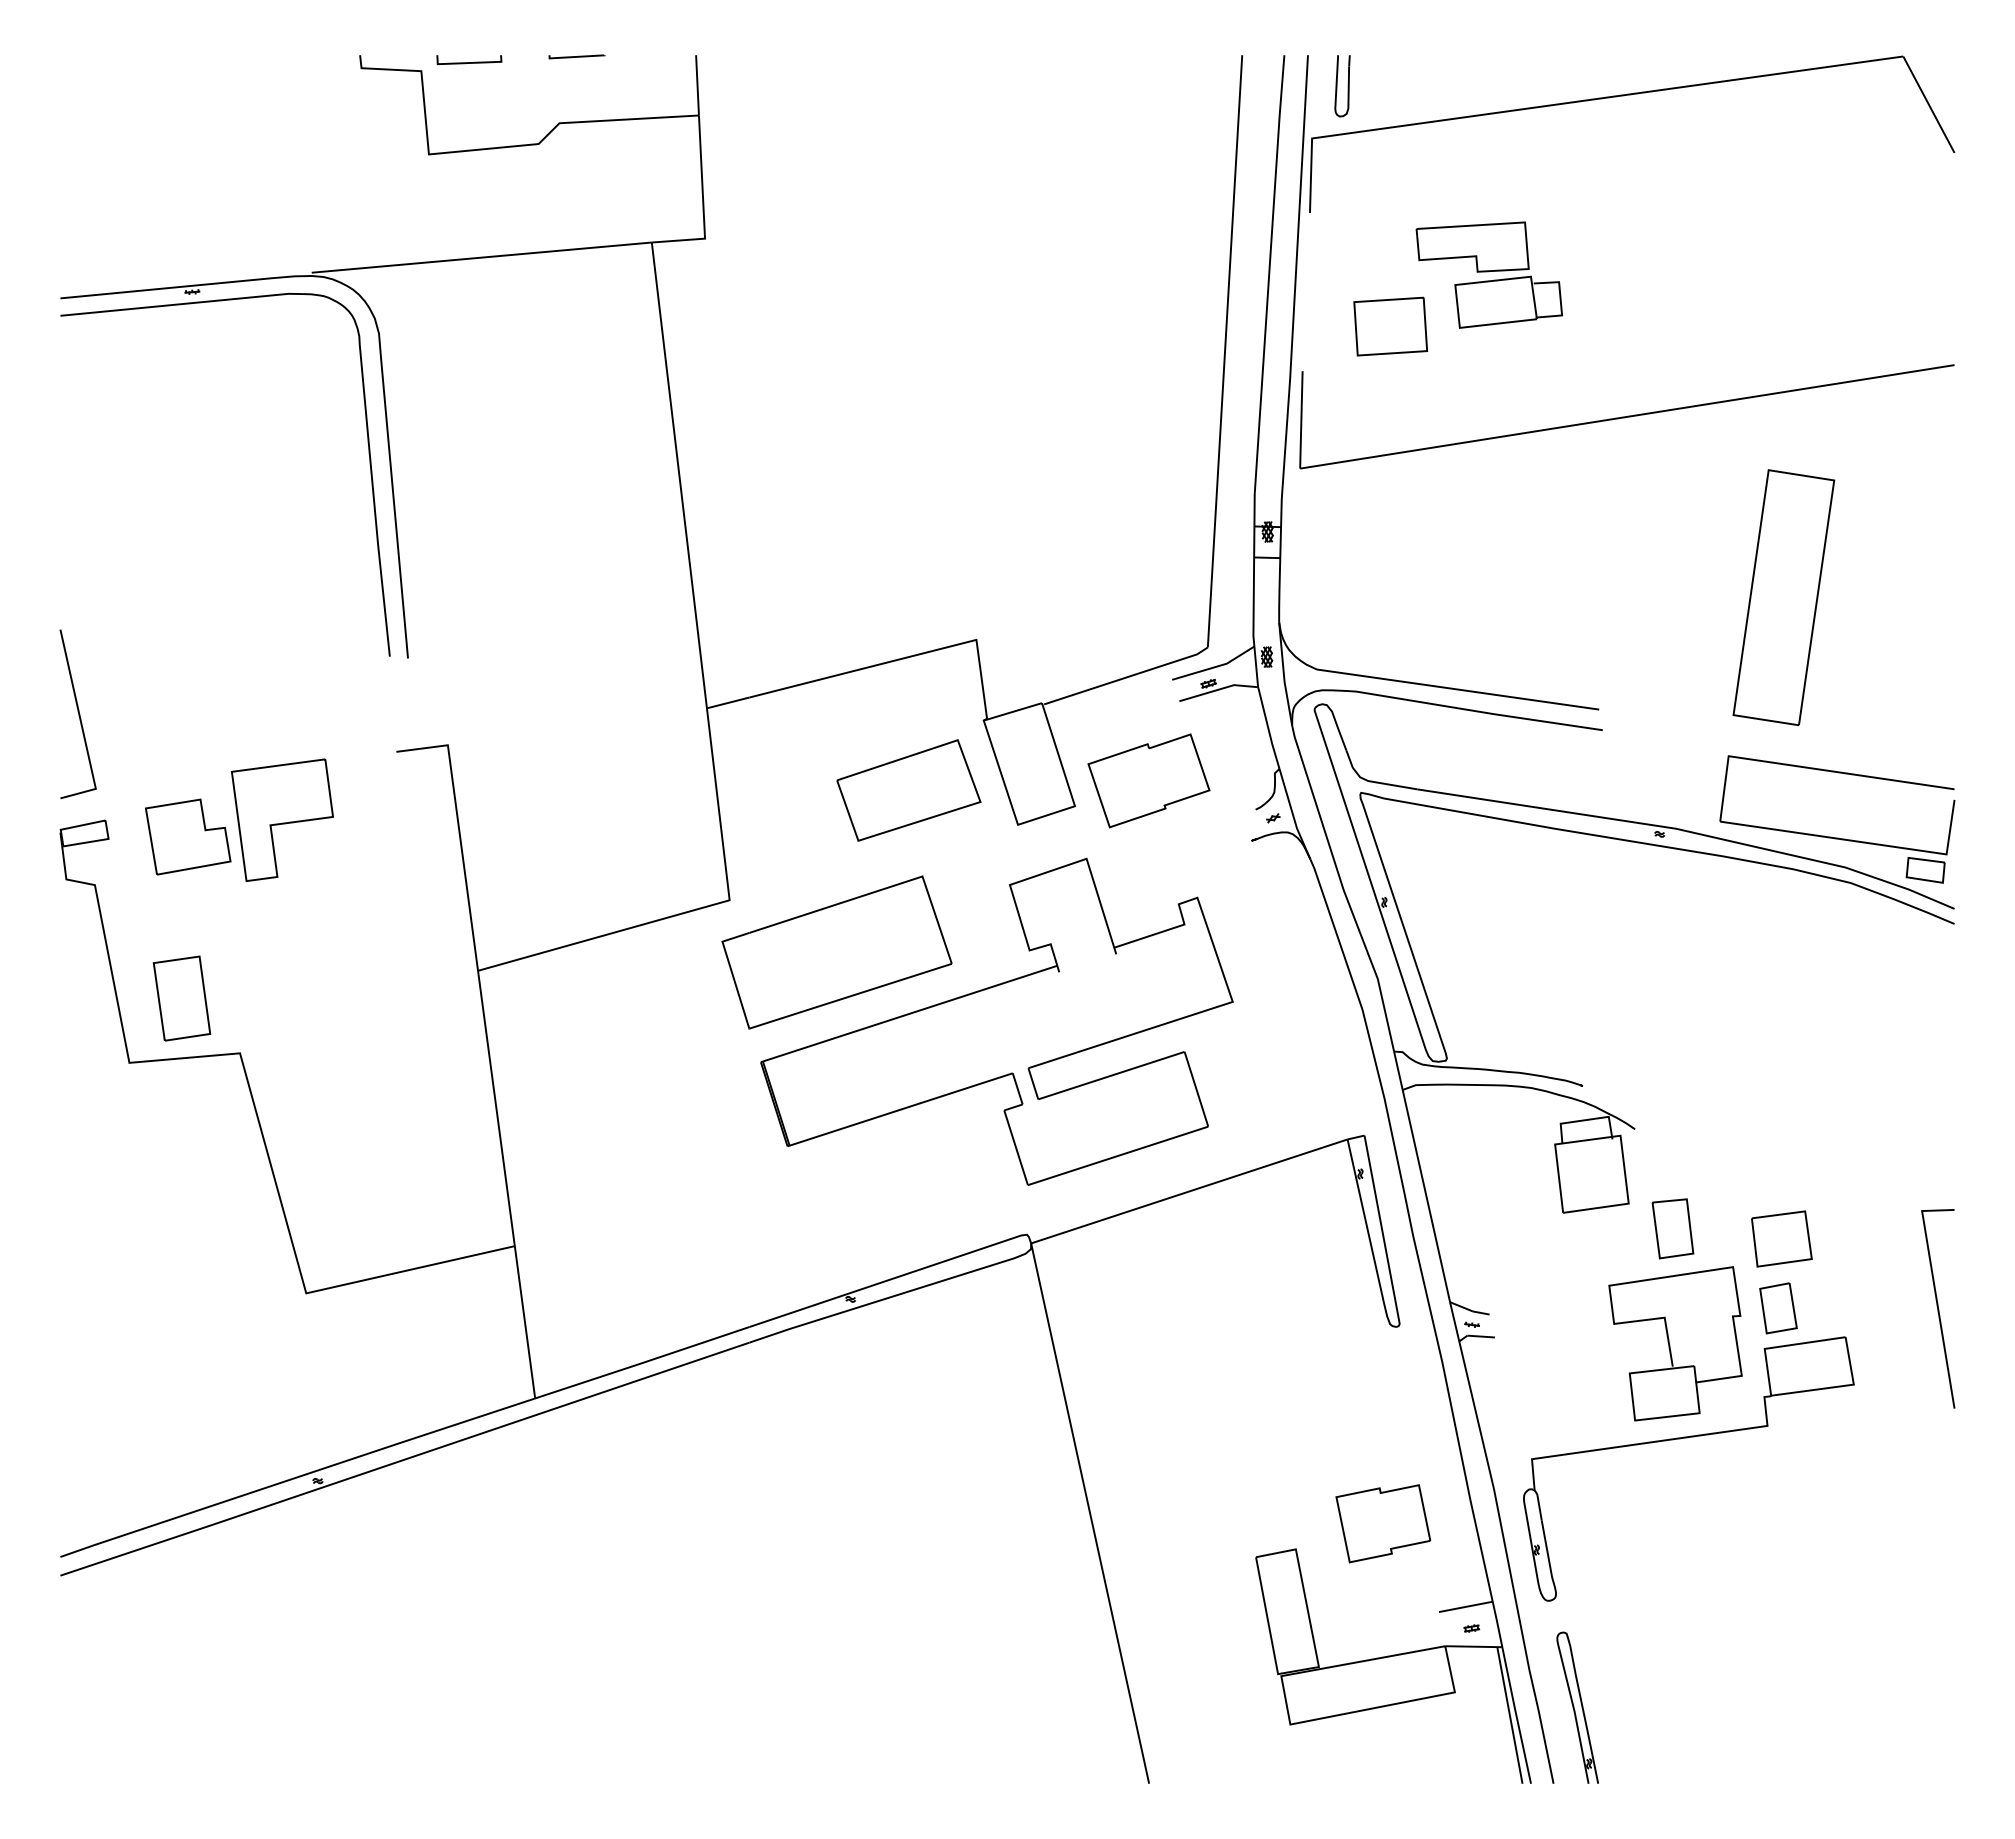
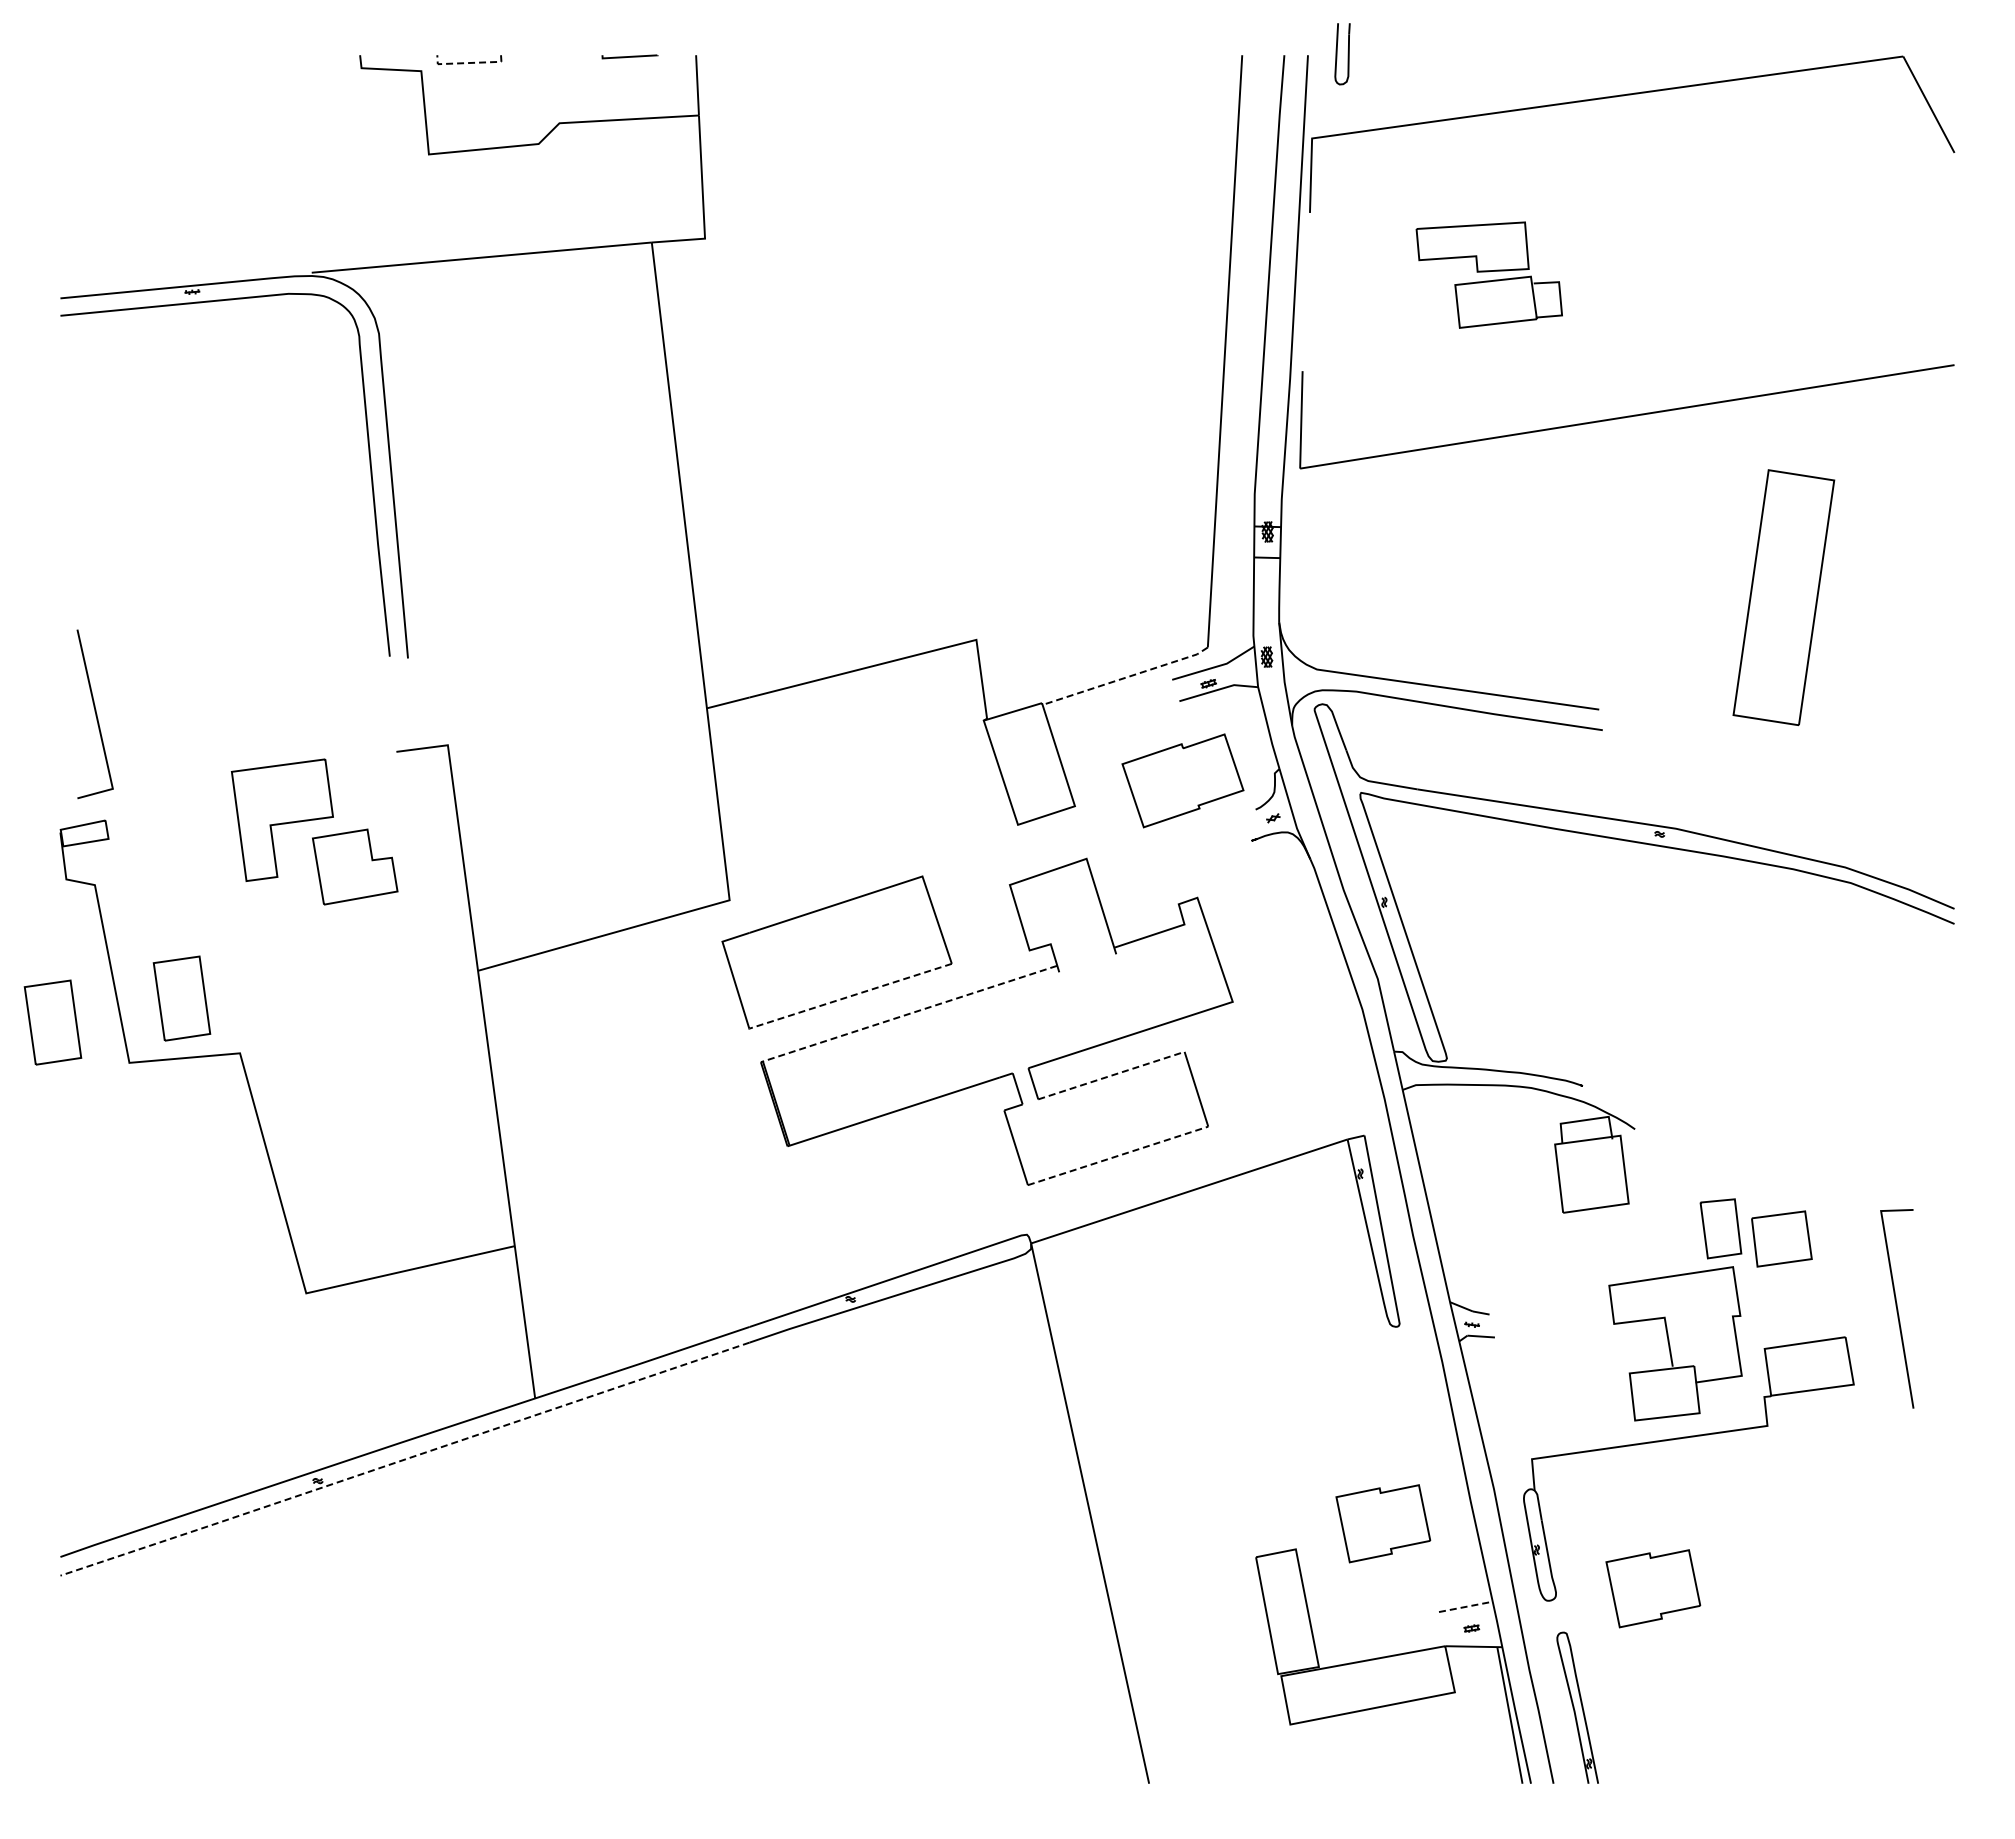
line at (576, 56) position: (576, 56) -> (629, 56)
line at (468, 63): solid -> dashed
part at (1342, 86) position: (1342, 86) -> (1342, 54)
part at (1390, 326): present -> none
line at (1126, 677): solid -> dashed
line at (78, 714) position: (78, 714) -> (95, 714)
part at (1148, 780) position: (1148, 780) -> (1182, 780)
part at (908, 790): present -> none
part at (188, 836) position: (188, 836) -> (355, 866)
part at (1837, 837): present -> none
line at (850, 996): solid -> dashed
line at (908, 1014): solid -> dashed
part at (52, 1022): none -> present
line at (1111, 1075): solid -> dashed
line at (1118, 1155): solid -> dashed
part at (1672, 1228) position: (1672, 1228) -> (1720, 1228)
part at (1778, 1308): present -> none
line at (1938, 1308) position: (1938, 1308) -> (1897, 1308)
line at (404, 1459): solid -> dashed
part at (1653, 1588): none -> present
line at (1466, 1606): solid -> dashed
